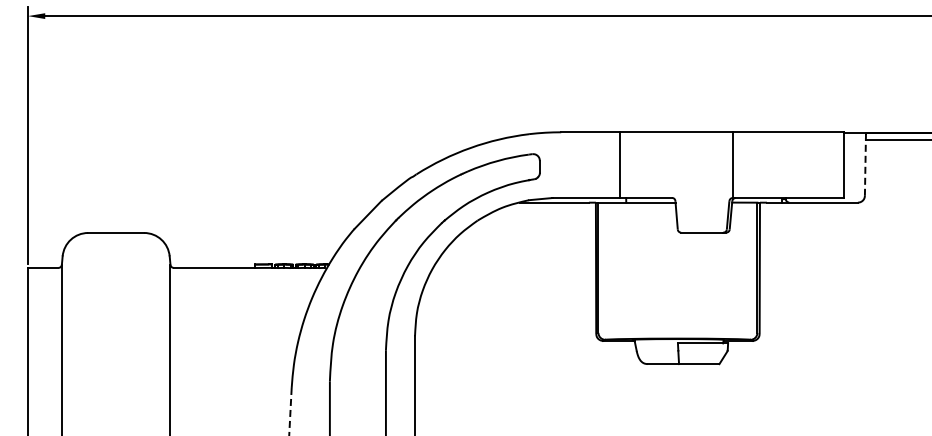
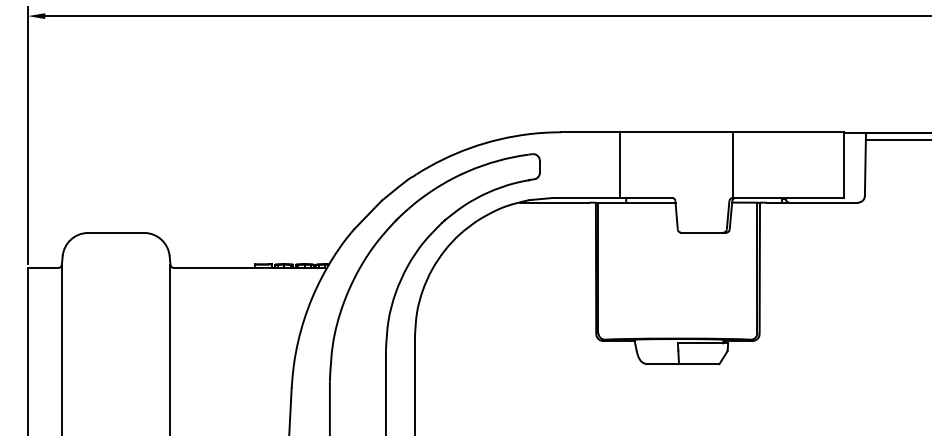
line at (865, 167): dashed -> solid
line at (290, 411): dashed -> solid
